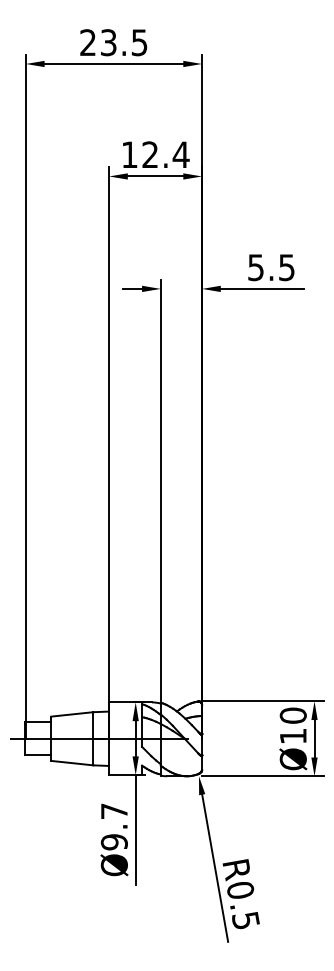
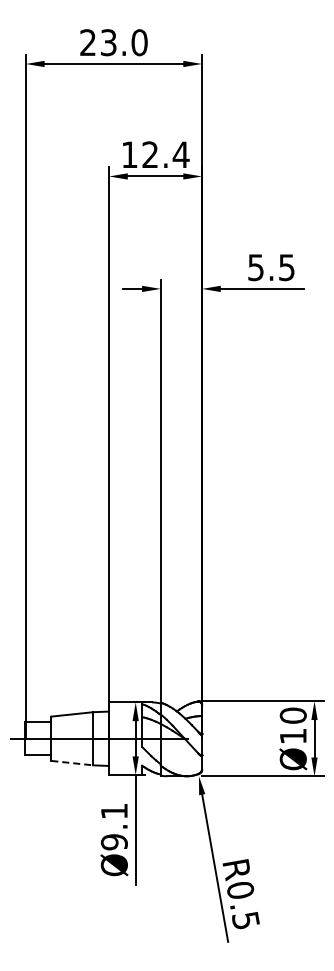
text at (139, 42): 23.5 -> 23.0
line at (72, 763): solid -> dashed
text at (114, 810): Ø9.7 -> Ø9.1
